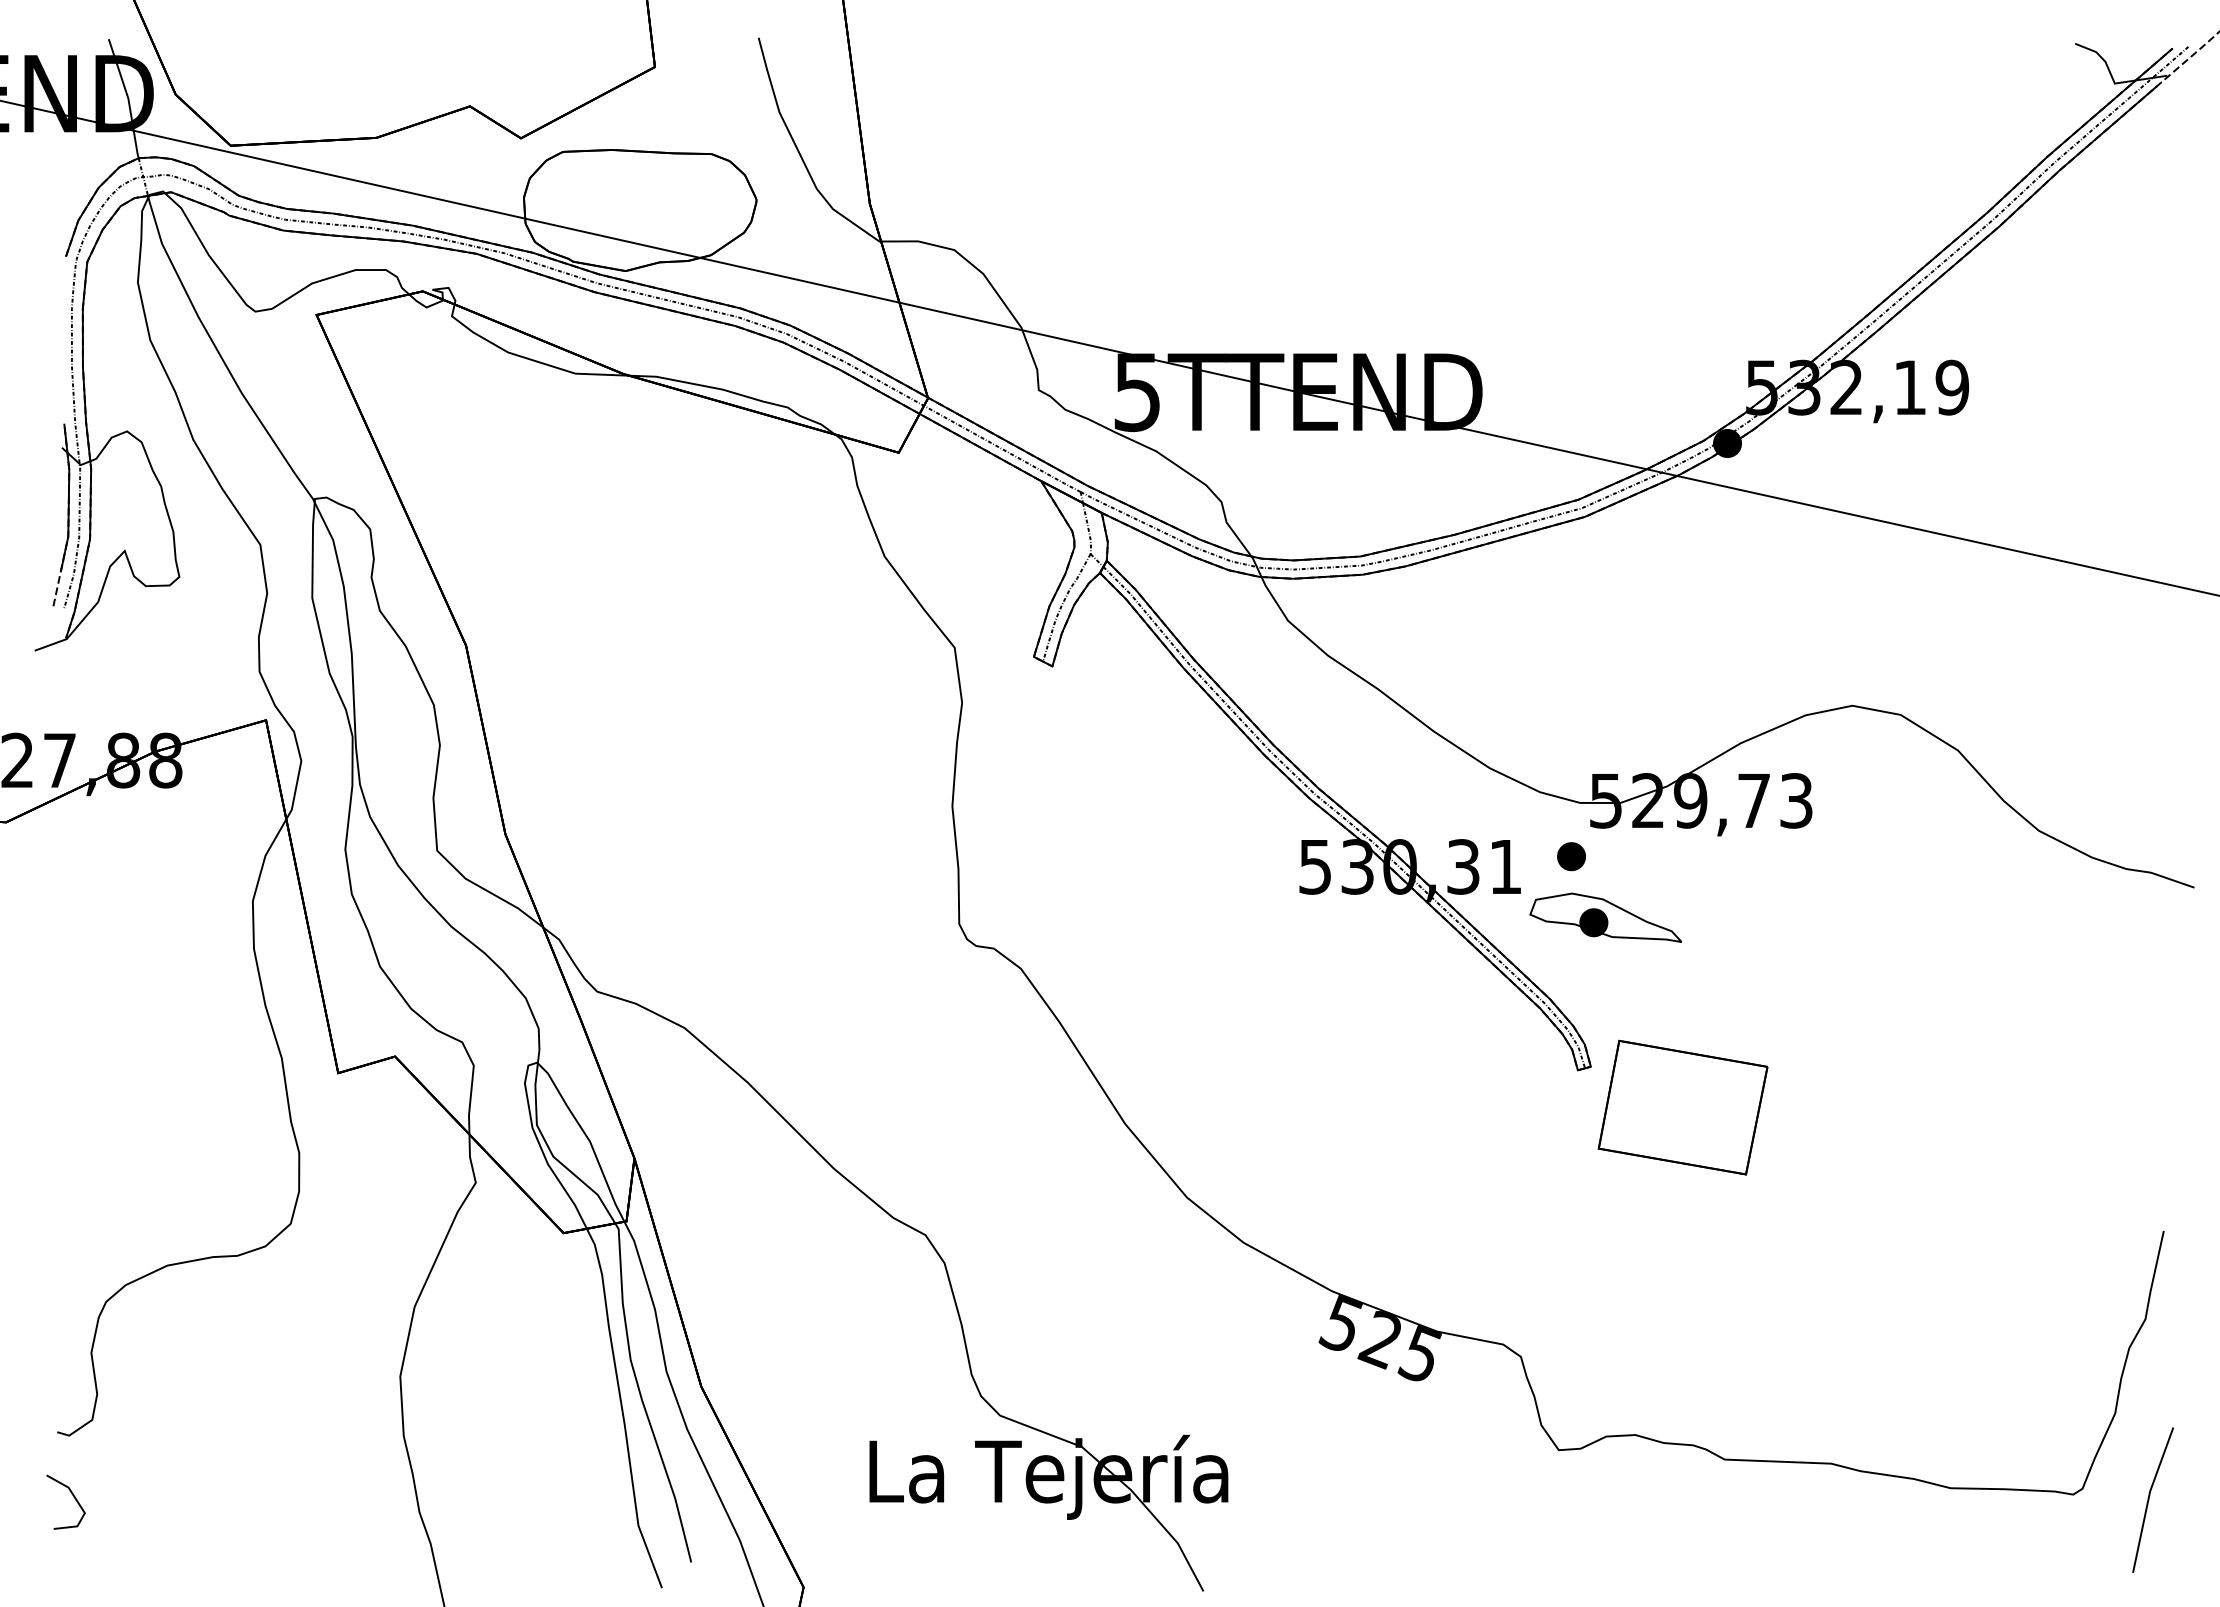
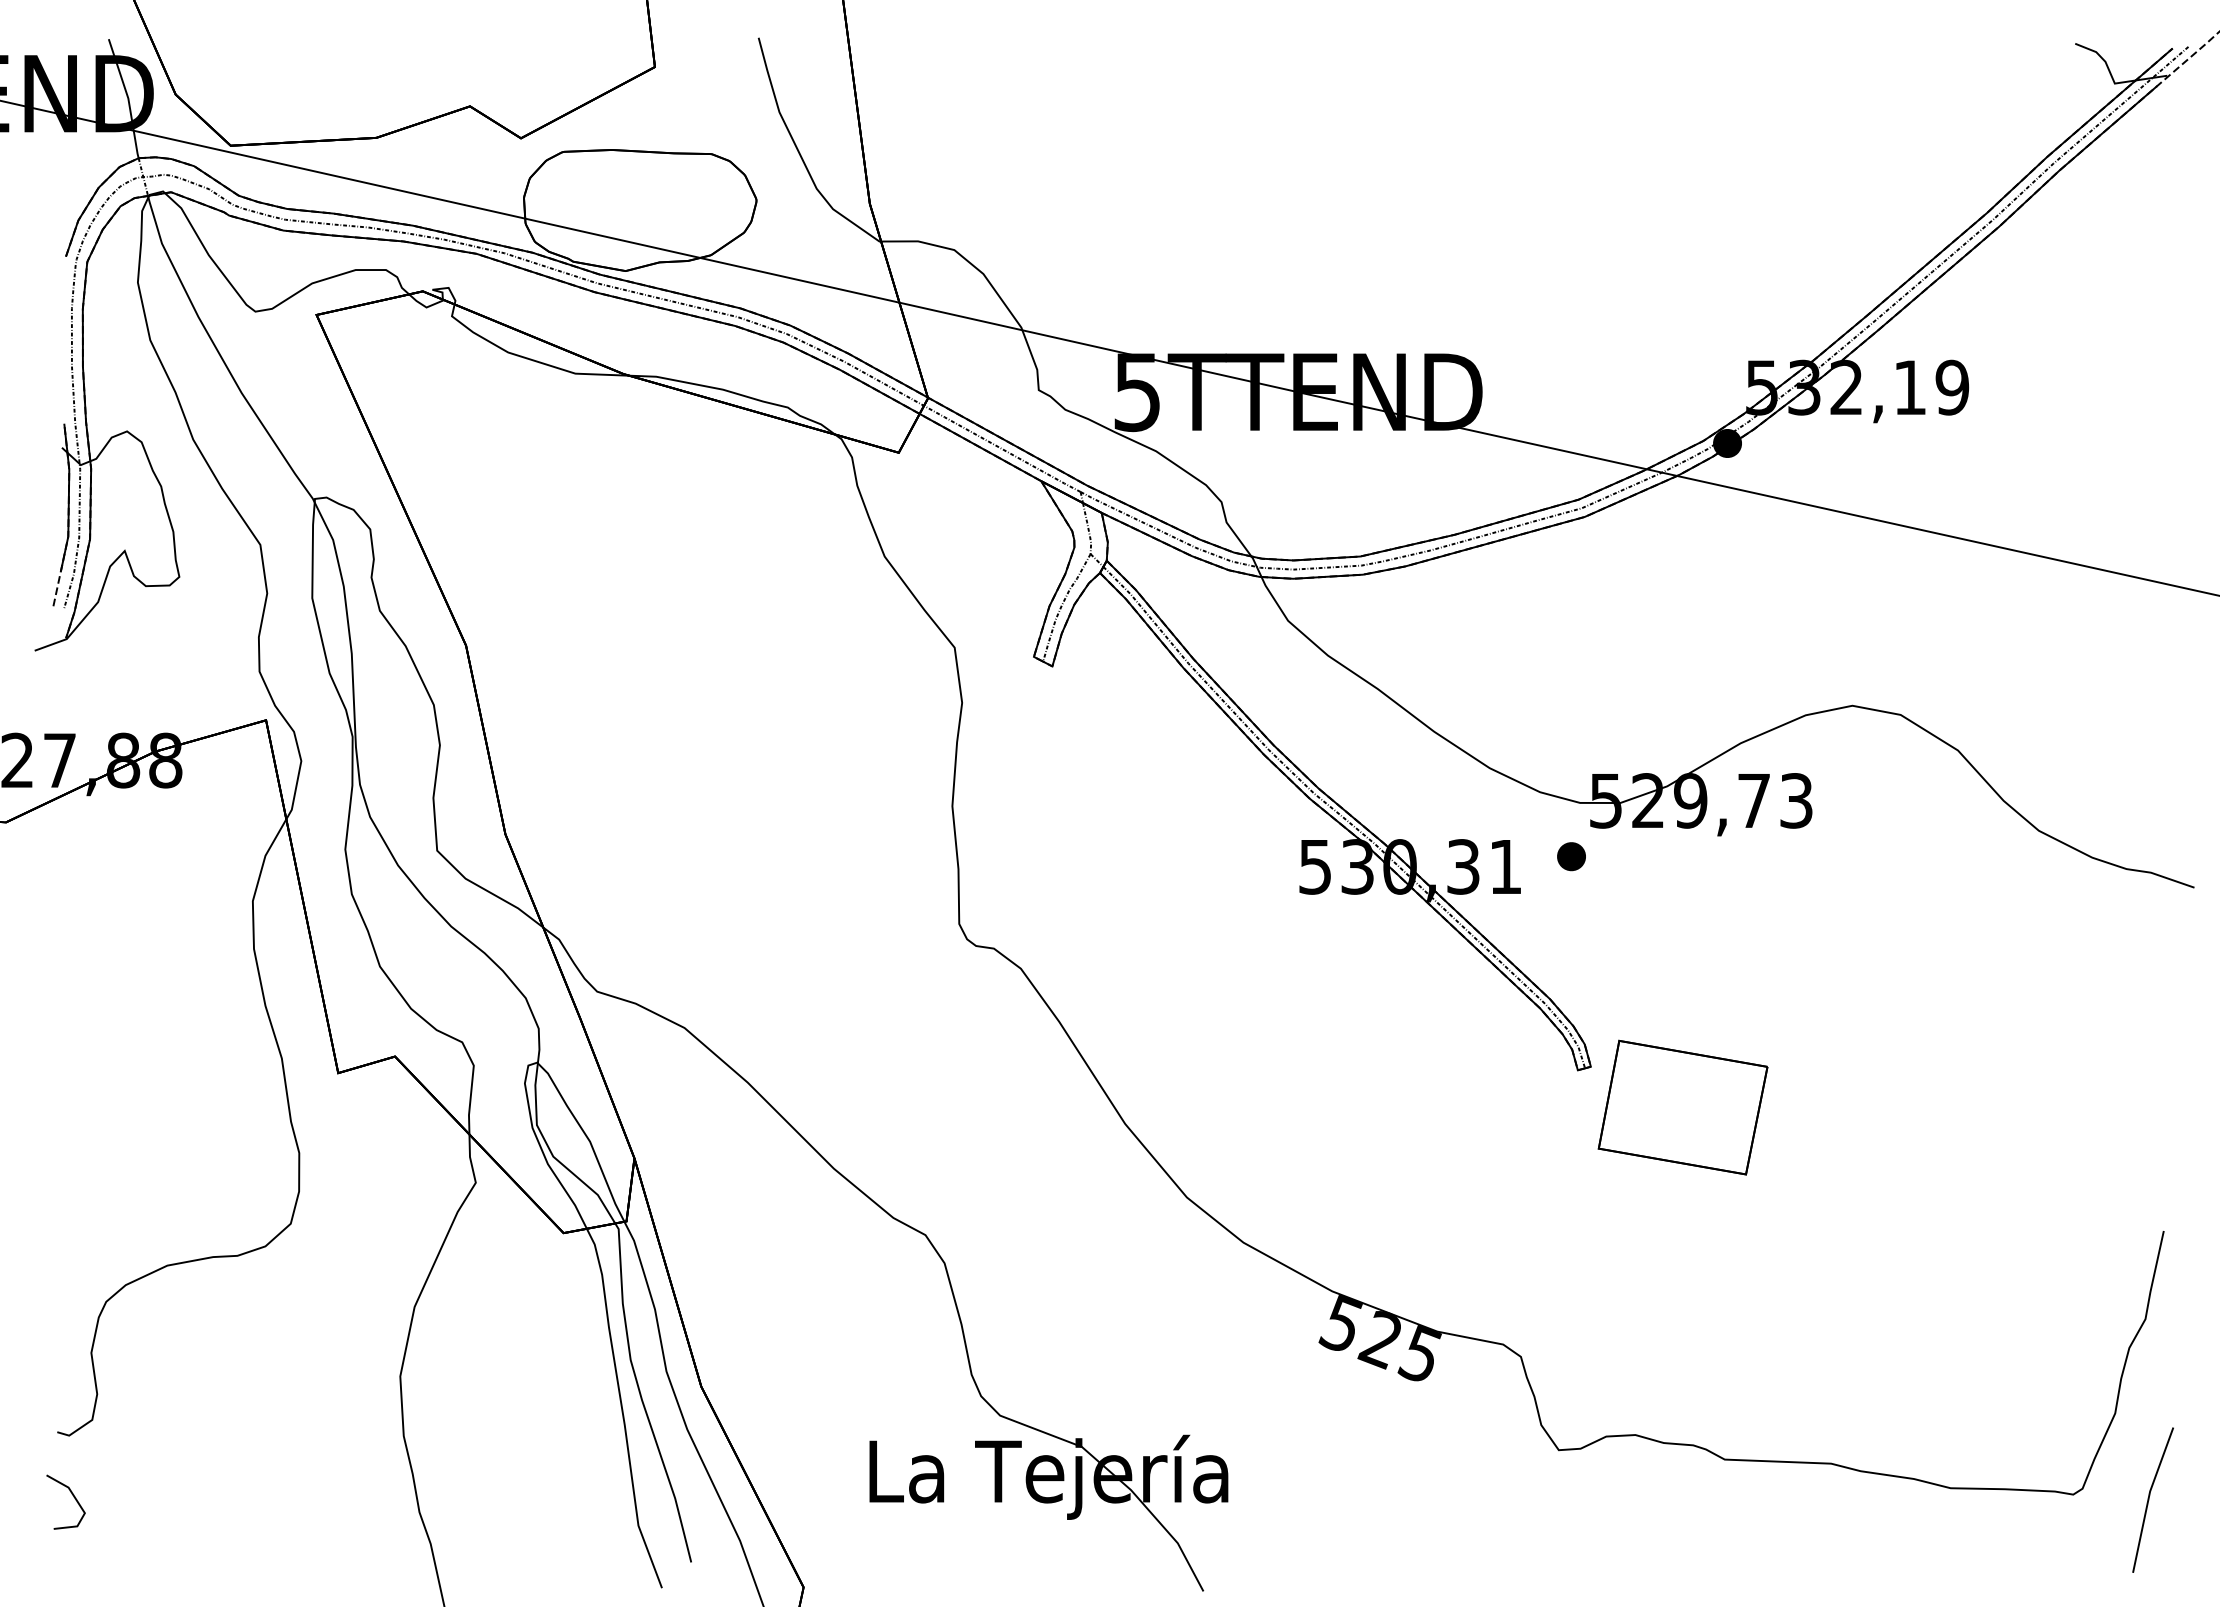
part at (1605, 917): present -> none
